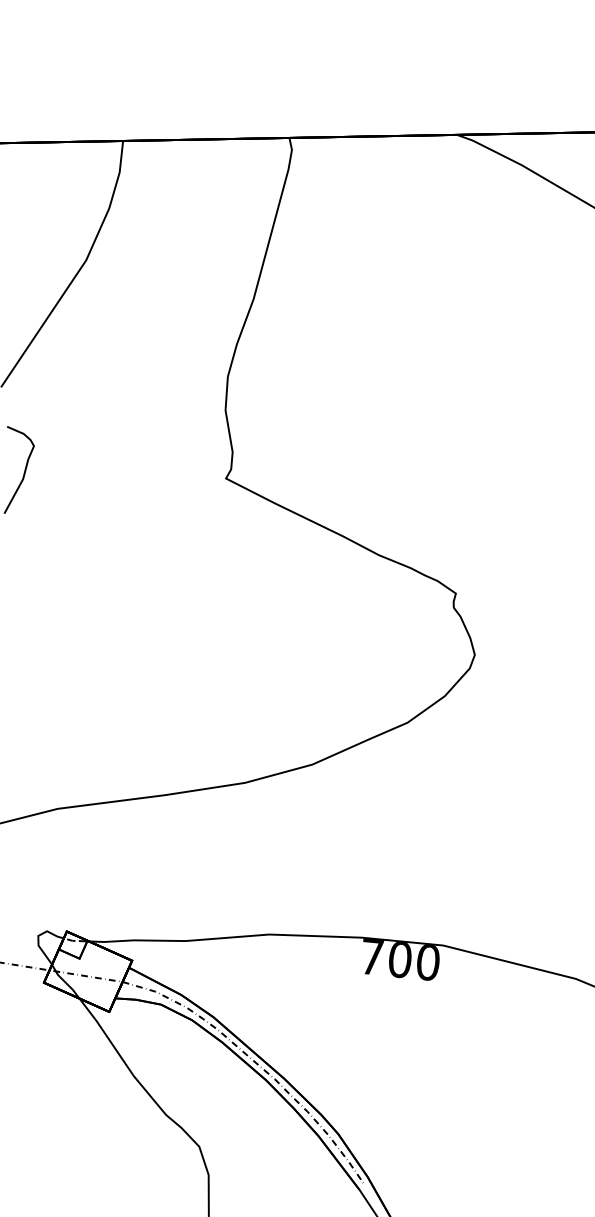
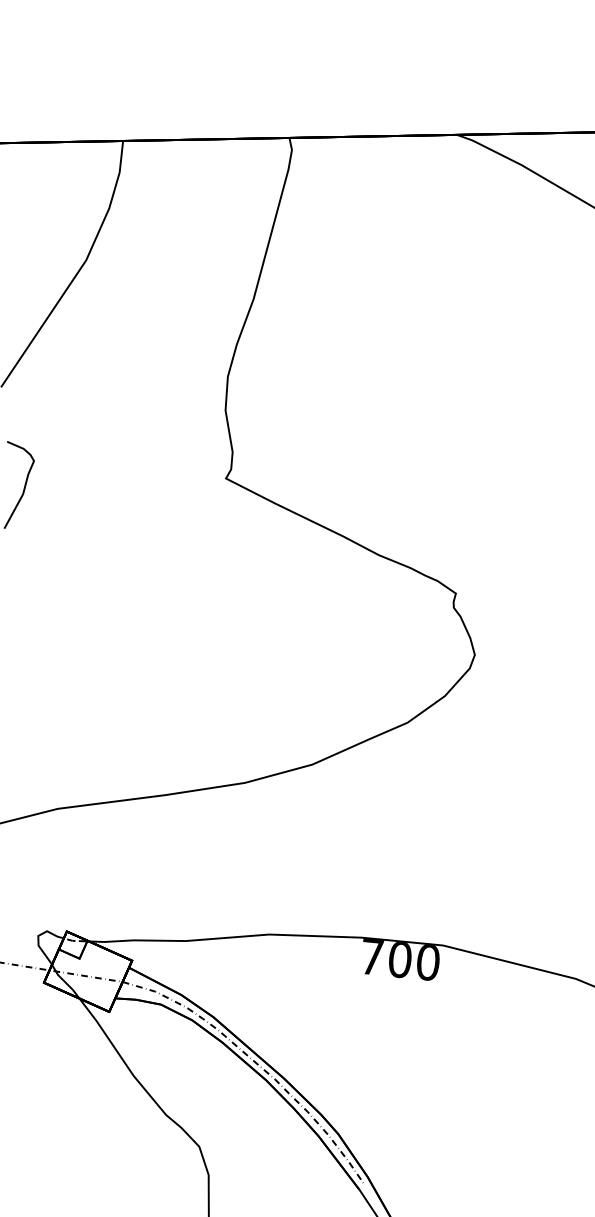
curve at (24, 469) position: (24, 469) -> (24, 484)
